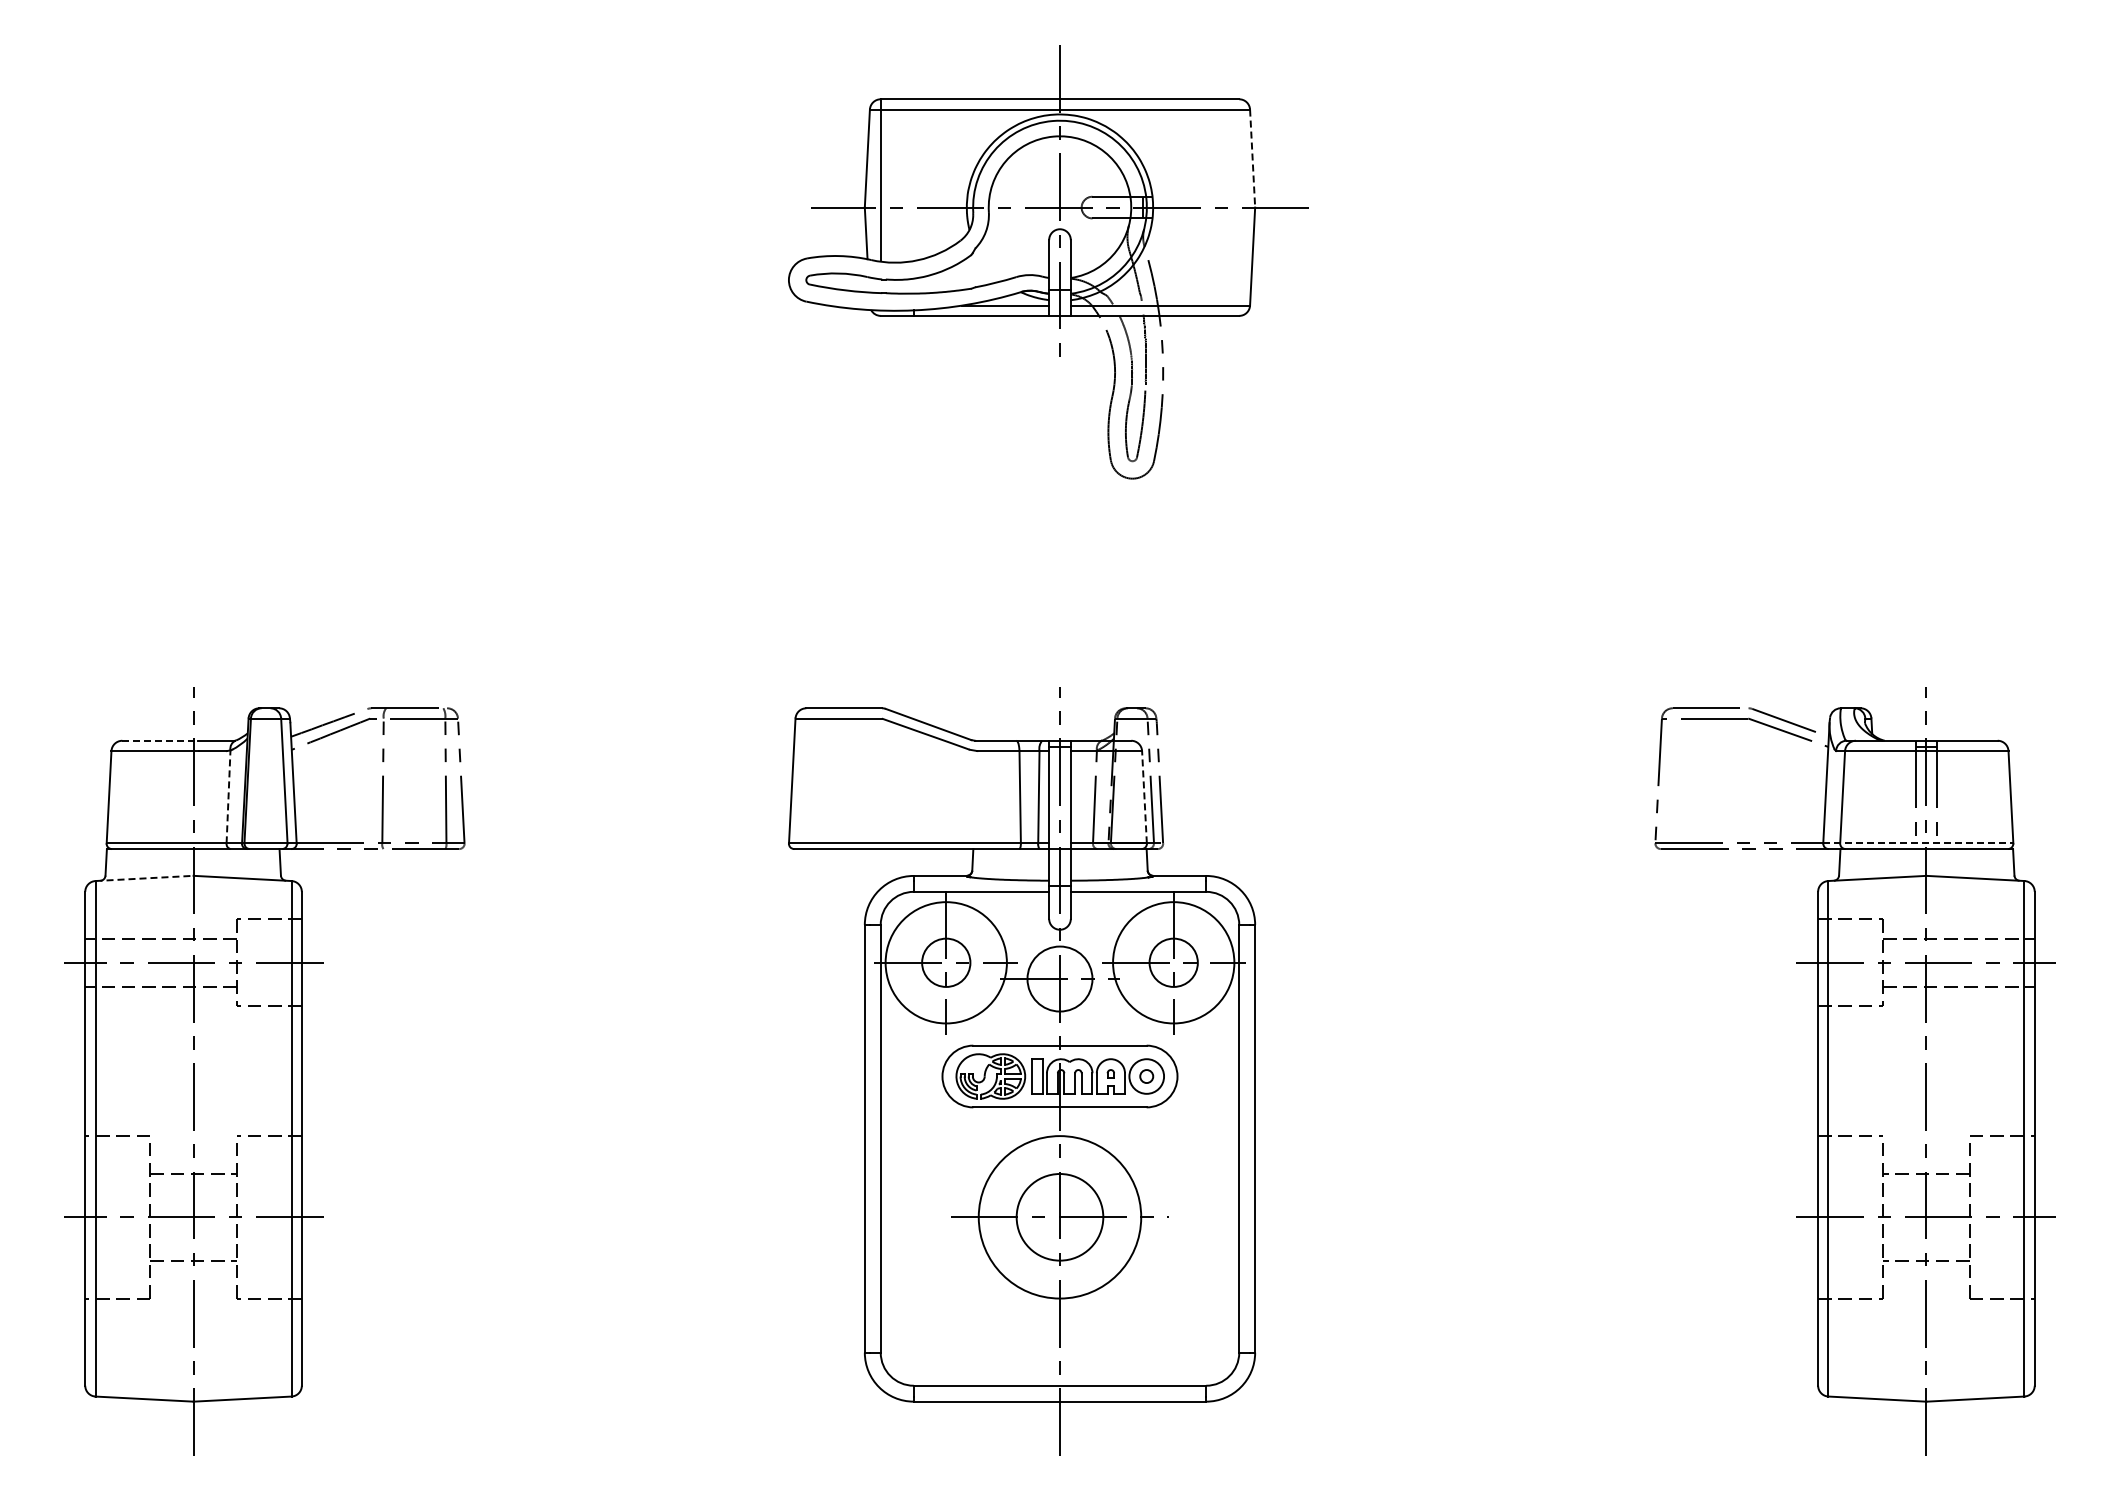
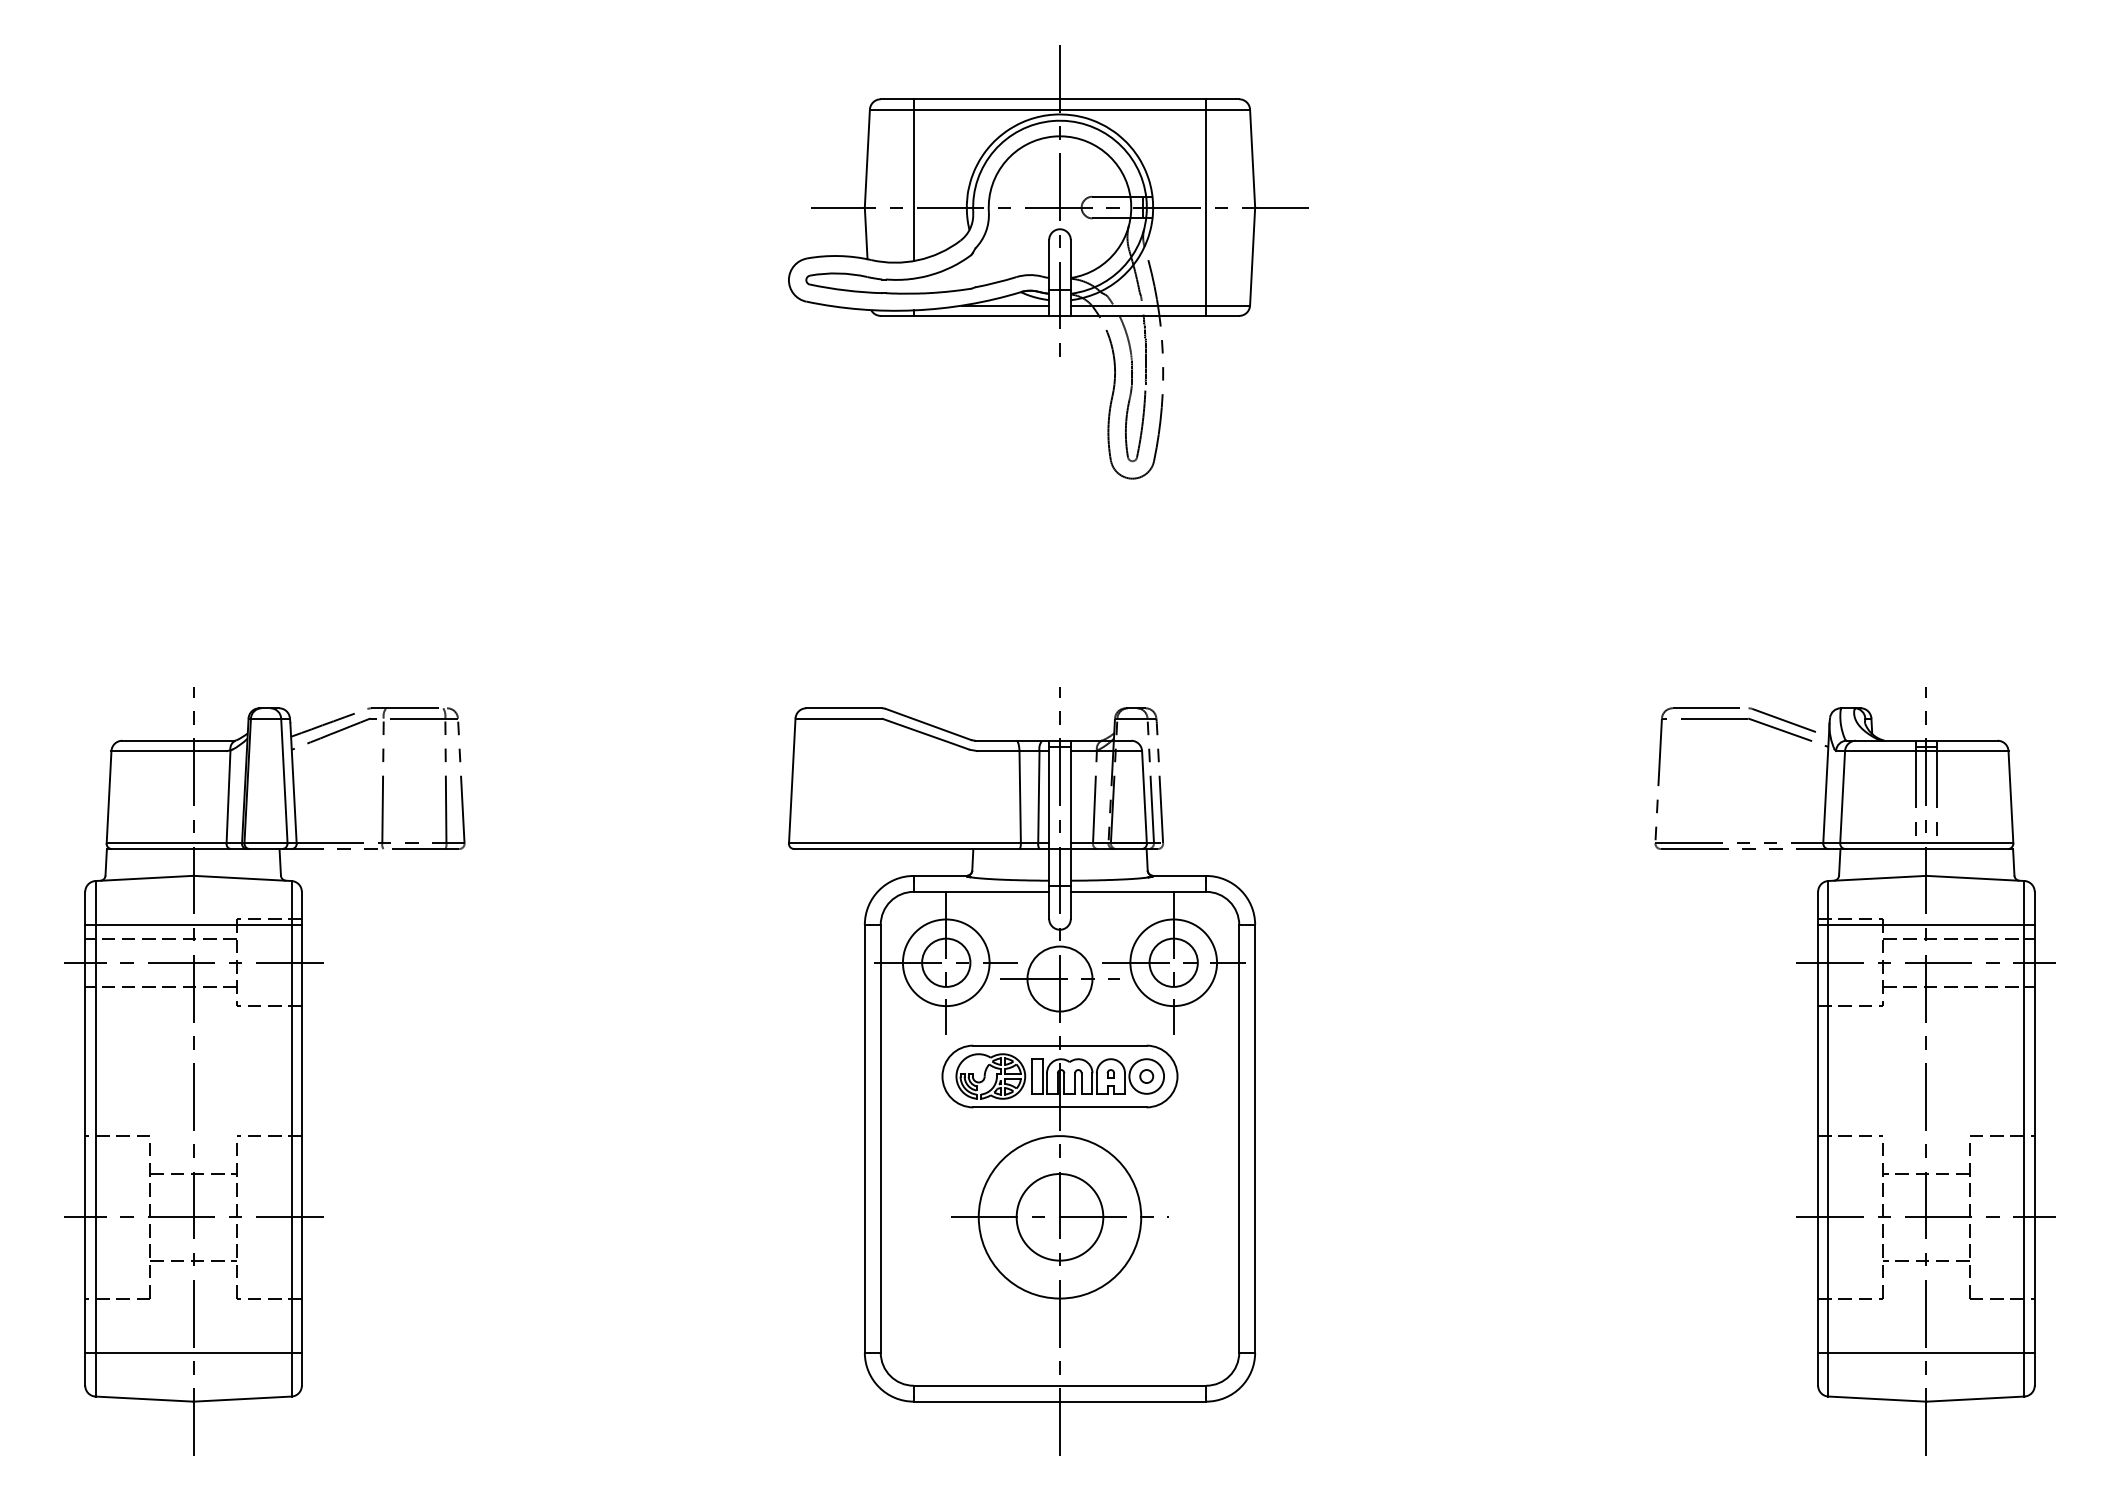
line at (1252, 159): dashed -> solid
line at (880, 180) position: (880, 180) -> (913, 180)
line at (1206, 207): none -> present
line at (160, 740): dashed -> solid
line at (228, 796): dashed -> solid
line at (1144, 796): dashed -> solid
line at (1918, 843): dashed -> solid
line at (145, 878): dashed -> solid
line at (193, 924): none -> present
line at (1926, 924): none -> present
circle at (945, 962) diameter: 121 px -> 87 px
circle at (1173, 962) diameter: 121 px -> 87 px
line at (193, 1352): none -> present
line at (1926, 1352): none -> present
